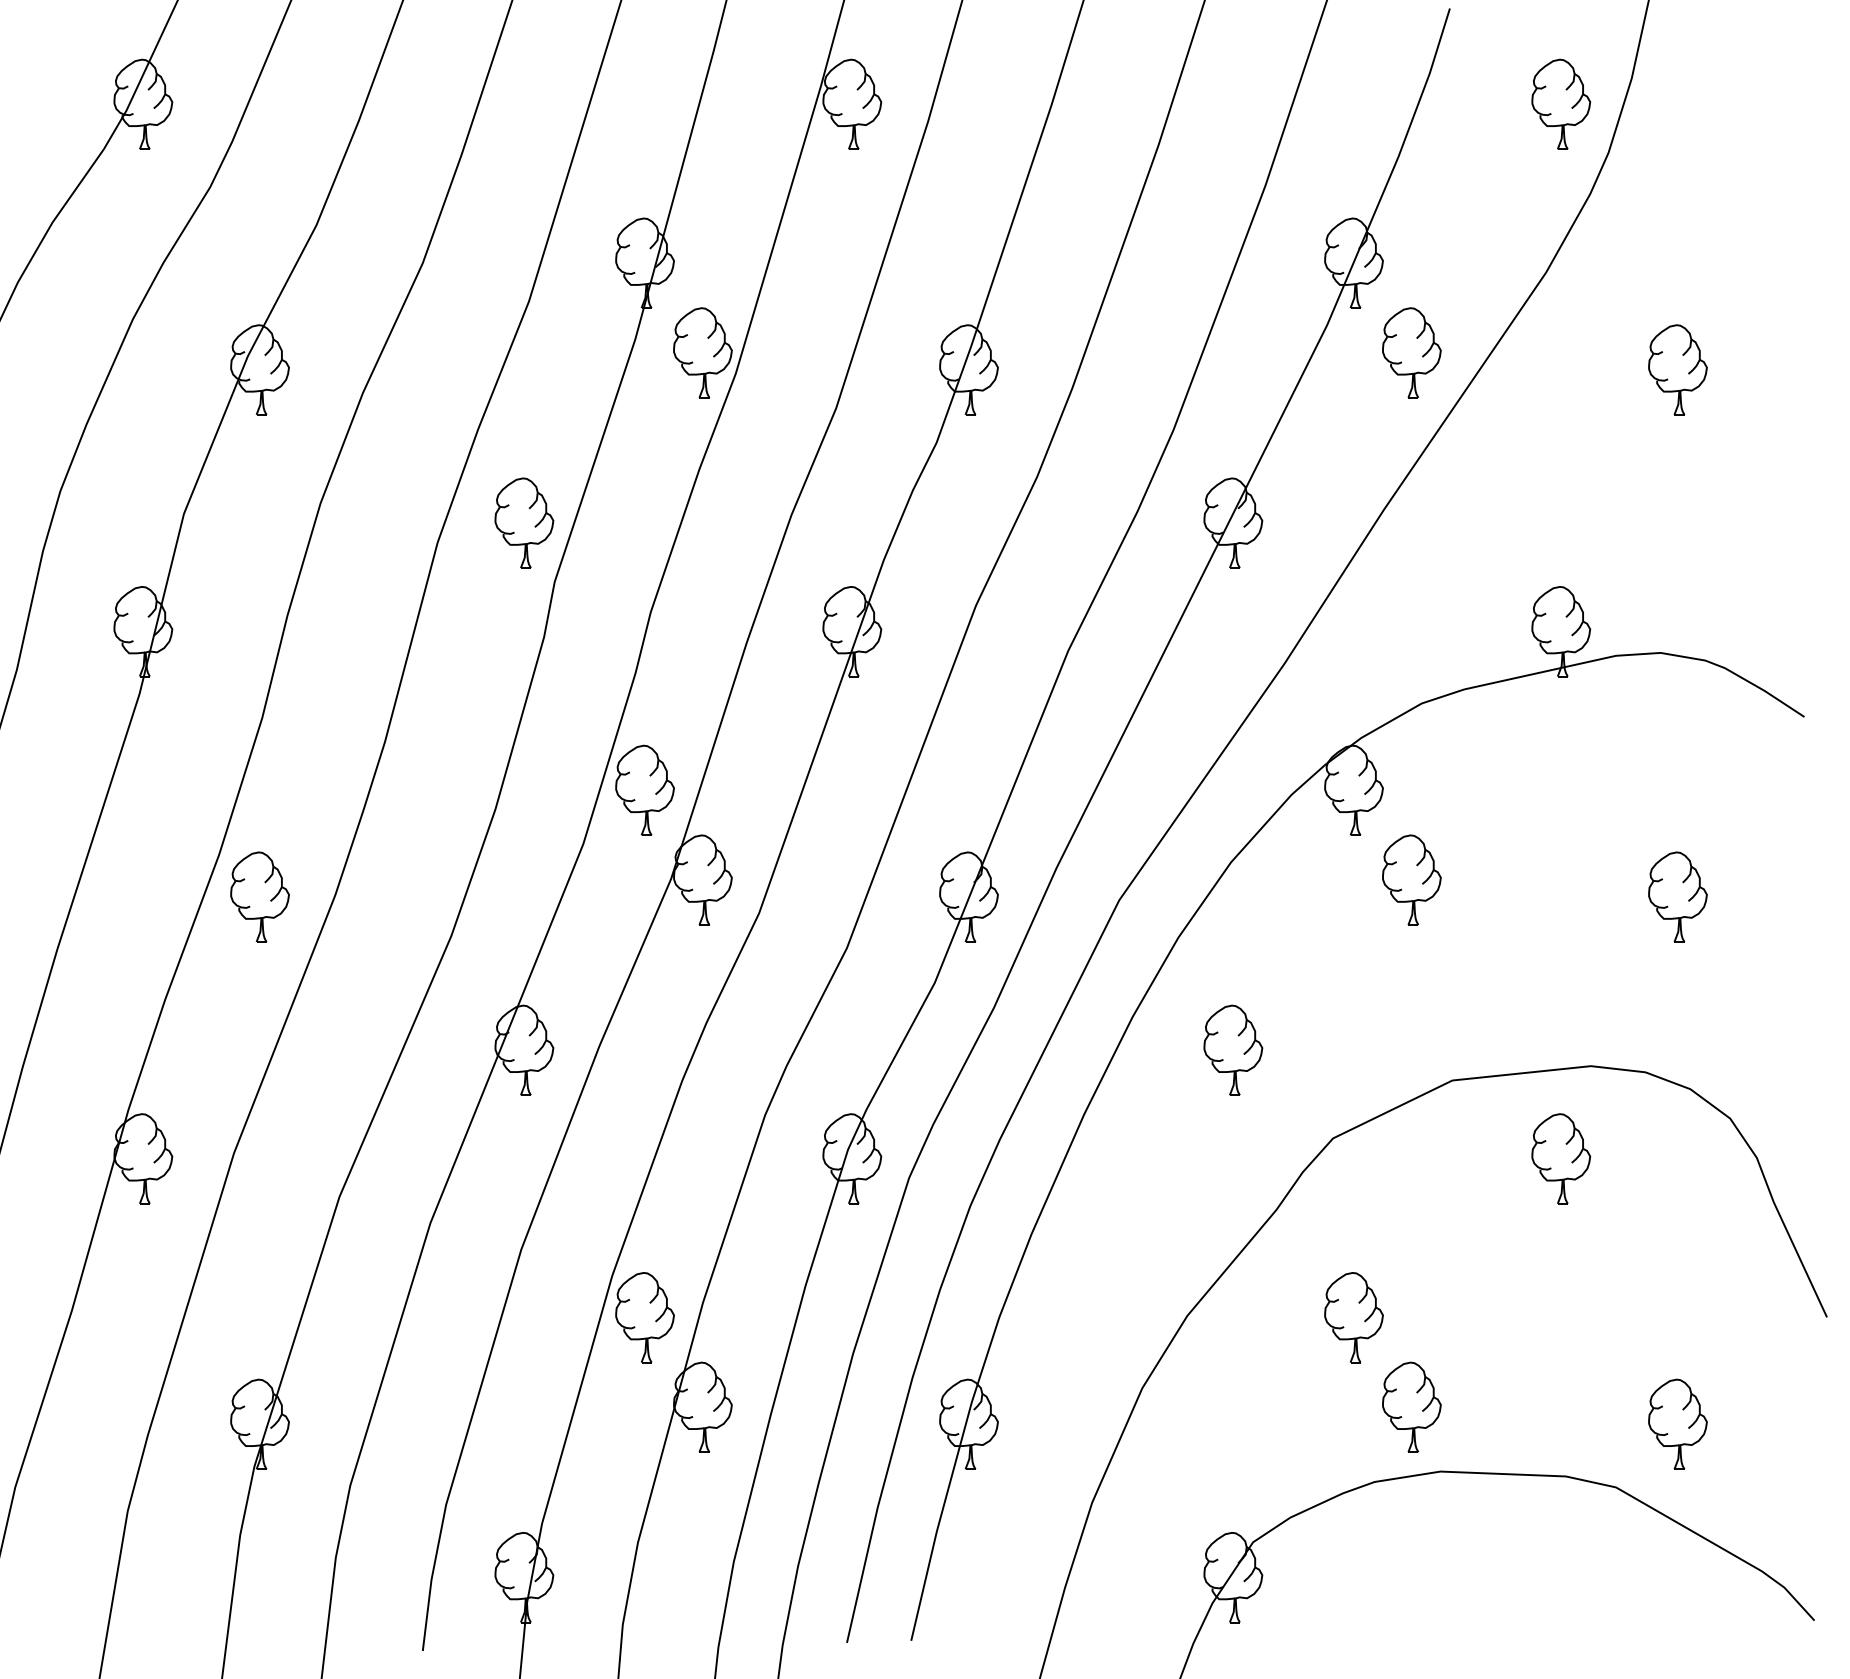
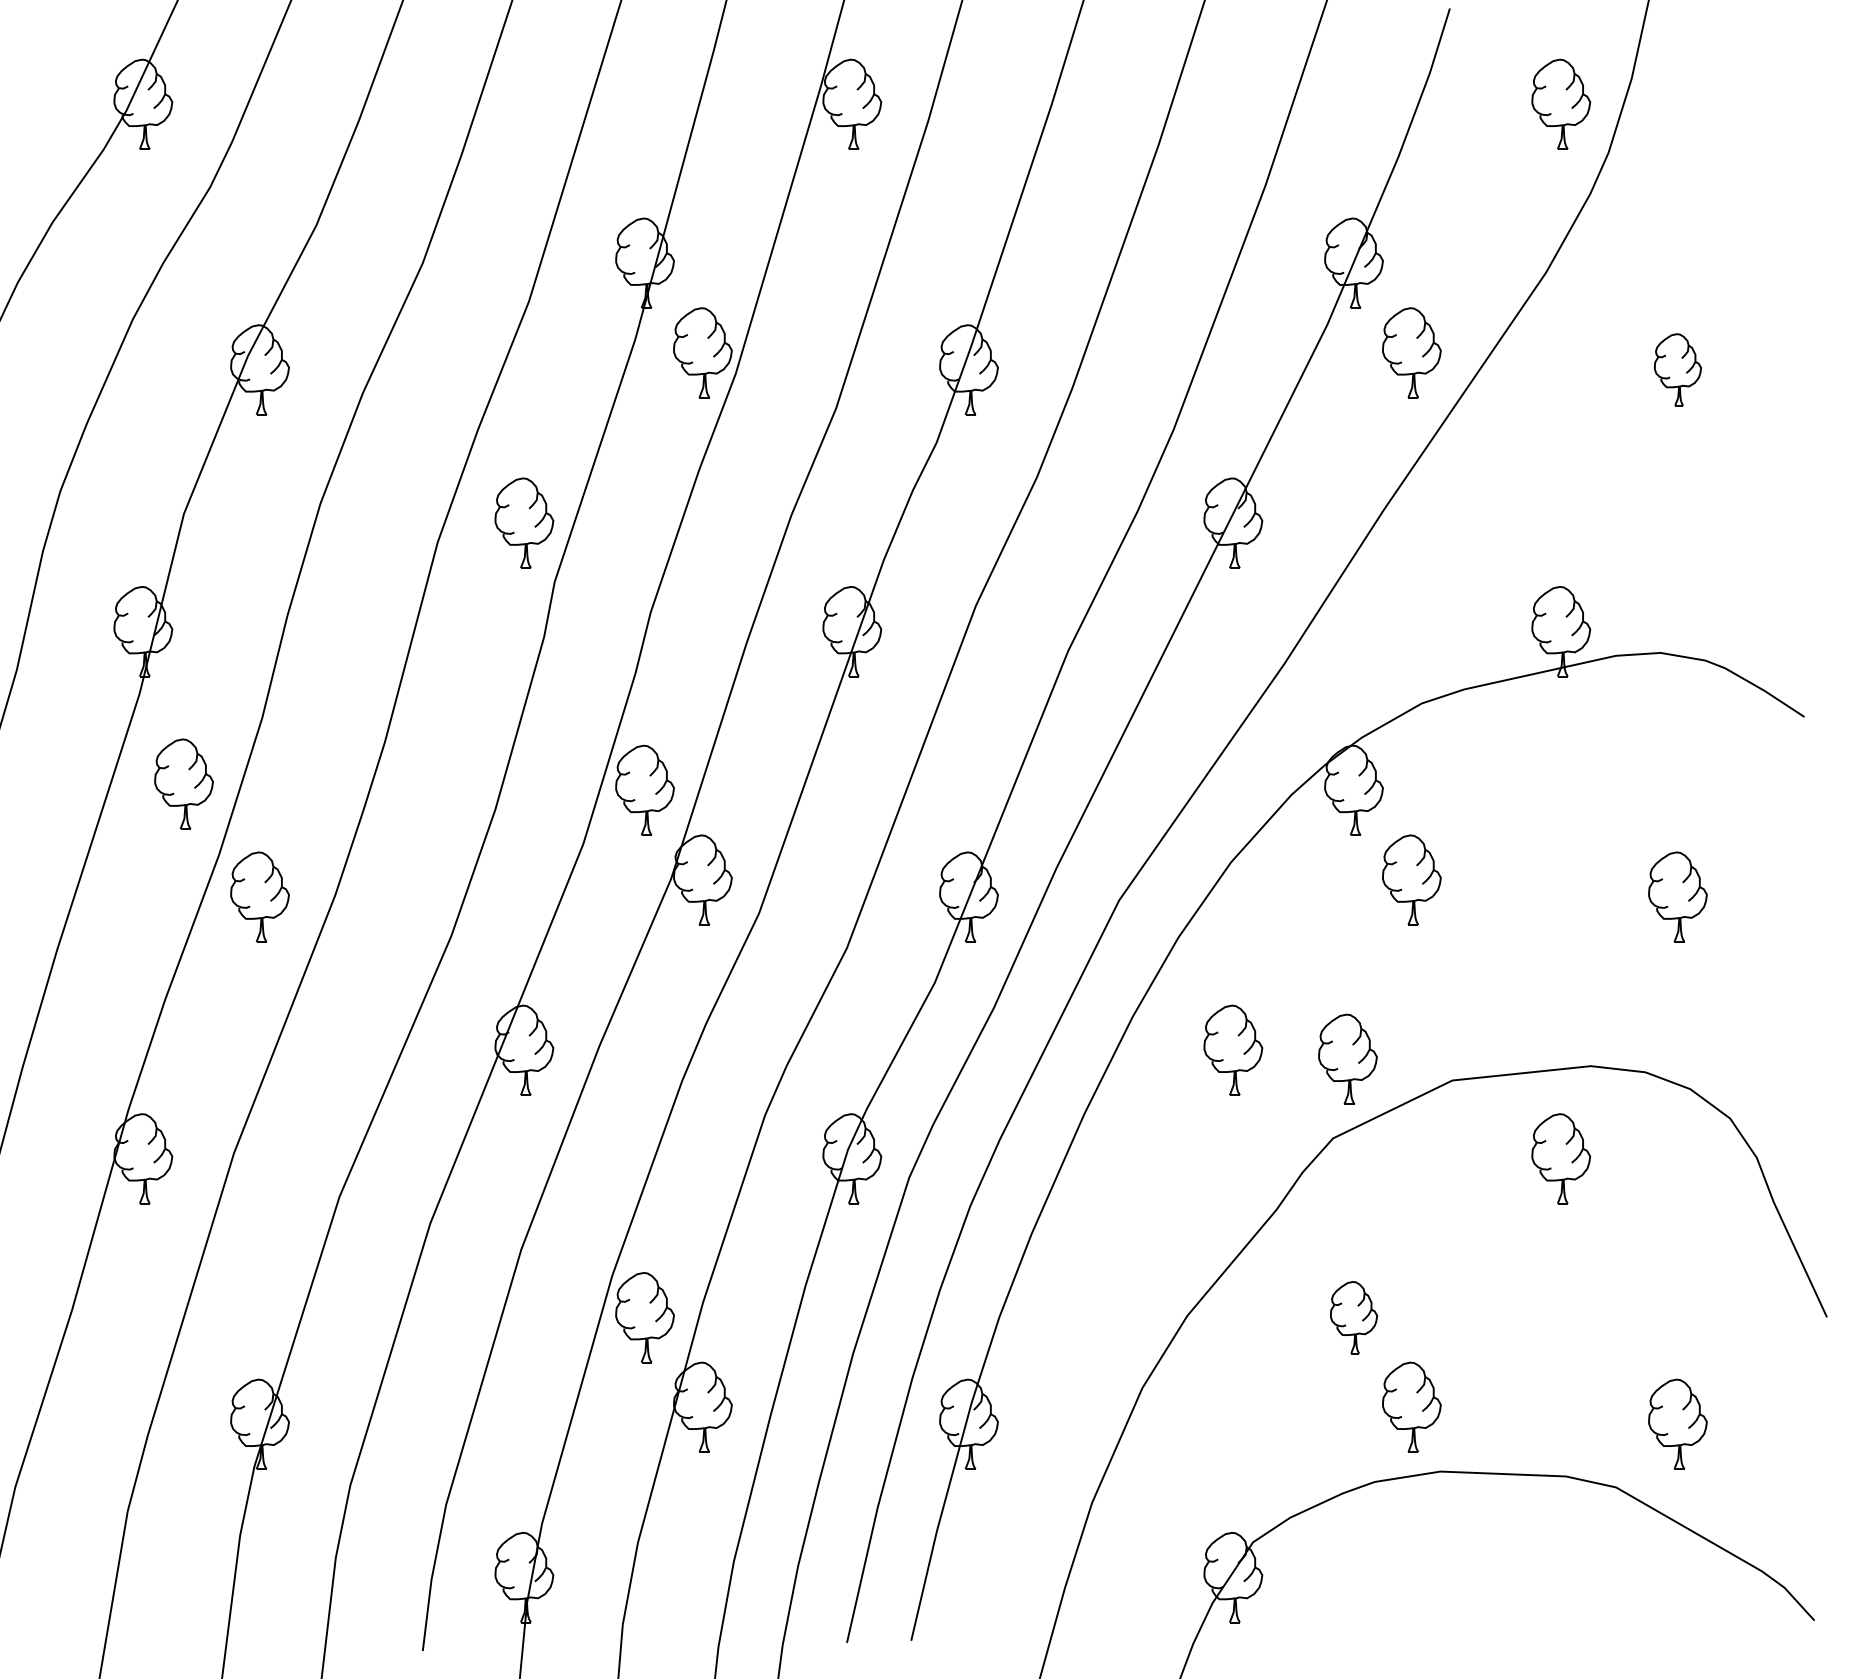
part at (1677, 369) size: 60x92 px -> 48x74 px
part at (183, 783): none -> present
part at (1347, 1058): none -> present
part at (1353, 1317) size: 60x92 px -> 48x74 px
